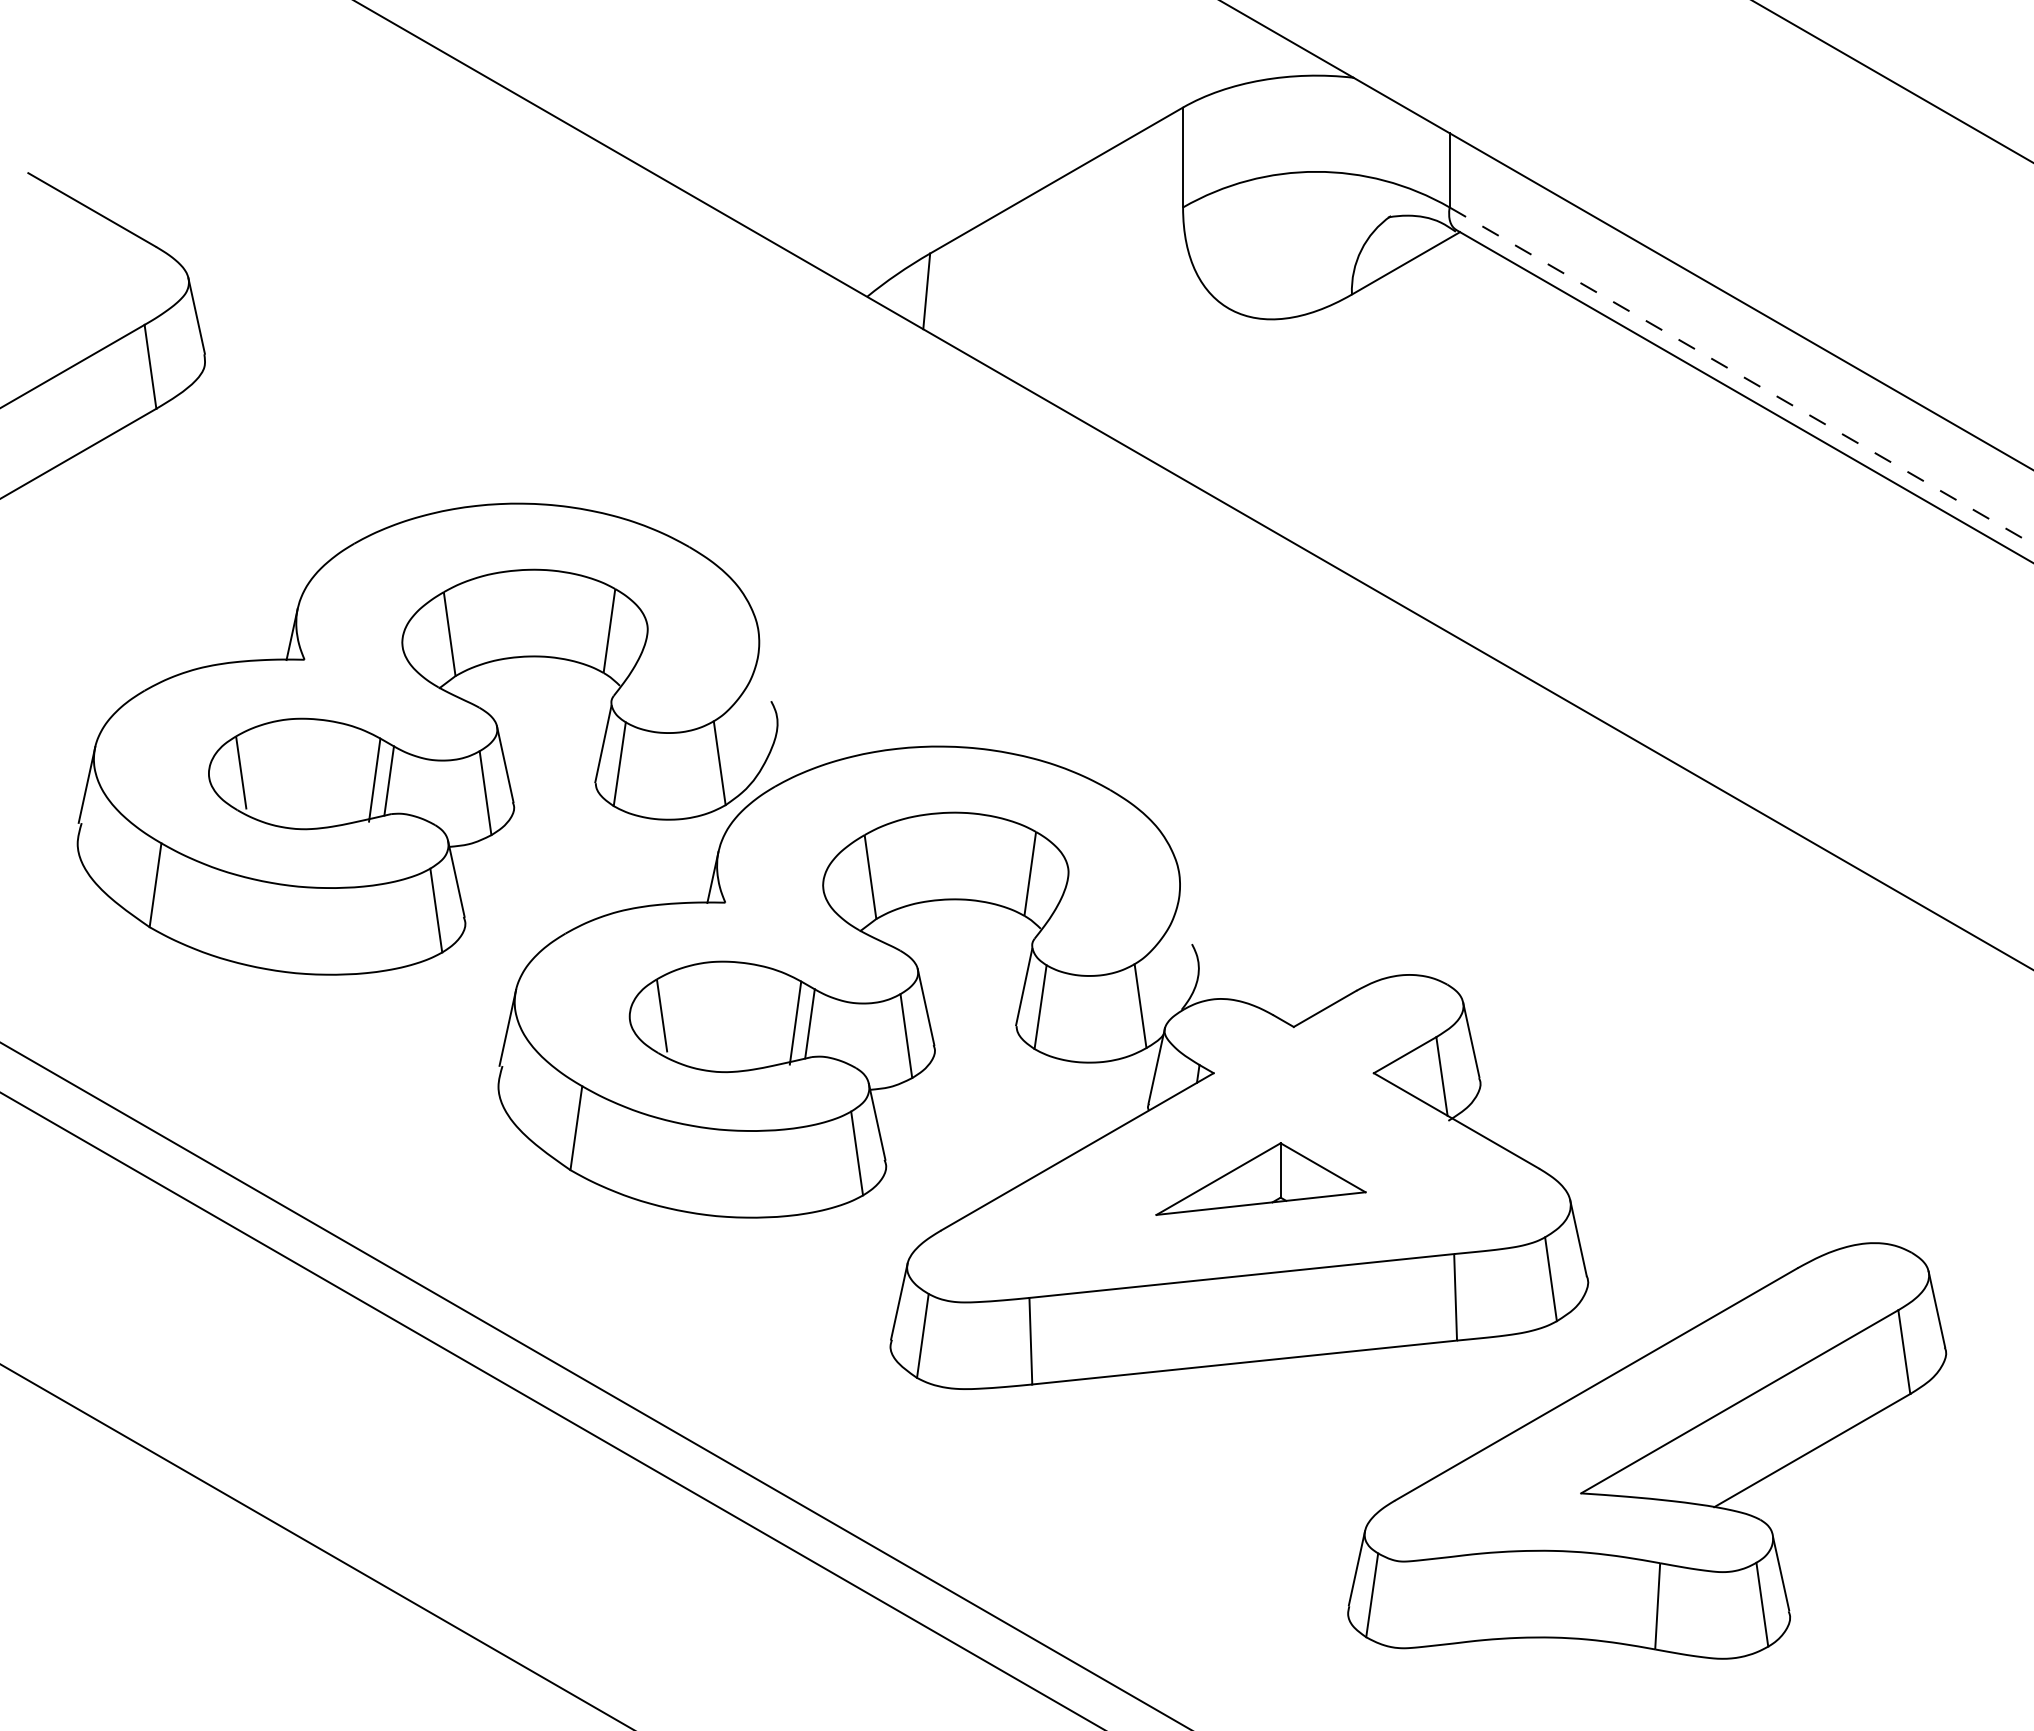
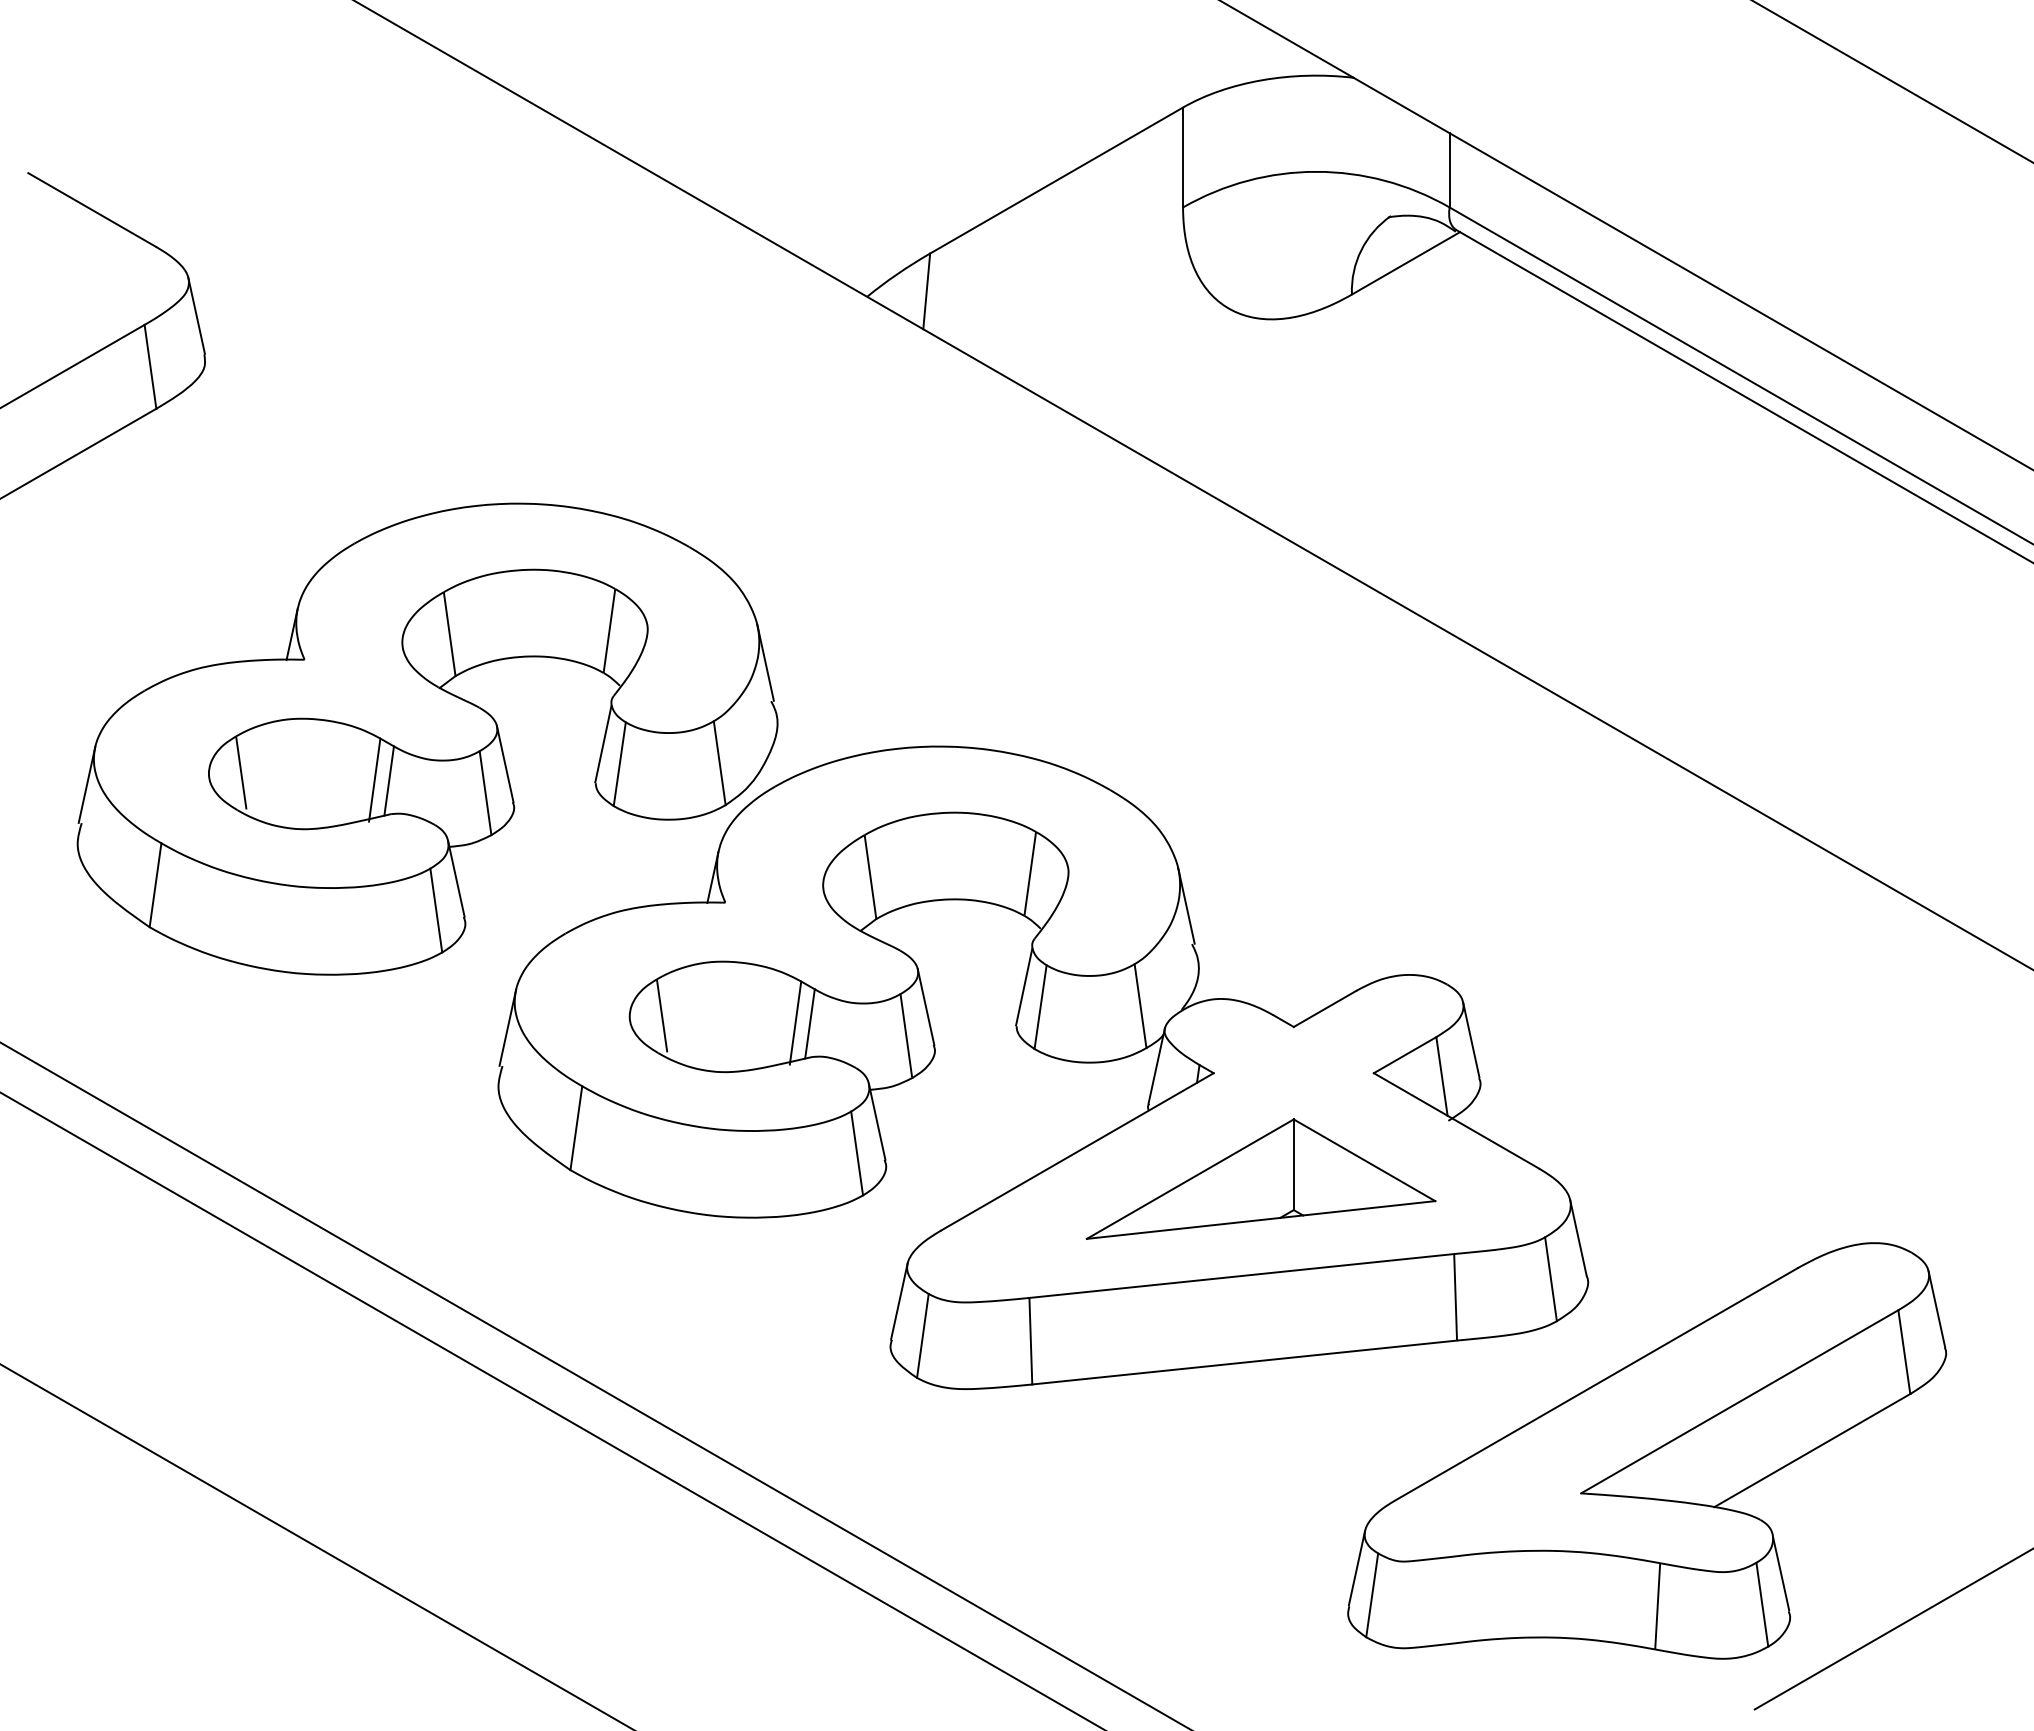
line at (1742, 376): dashed -> solid
line at (765, 662): none -> present
line at (1186, 905): none -> present
part at (1260, 1178) size: 212x74 px -> 352x122 px
line at (1892, 1629): none -> present
